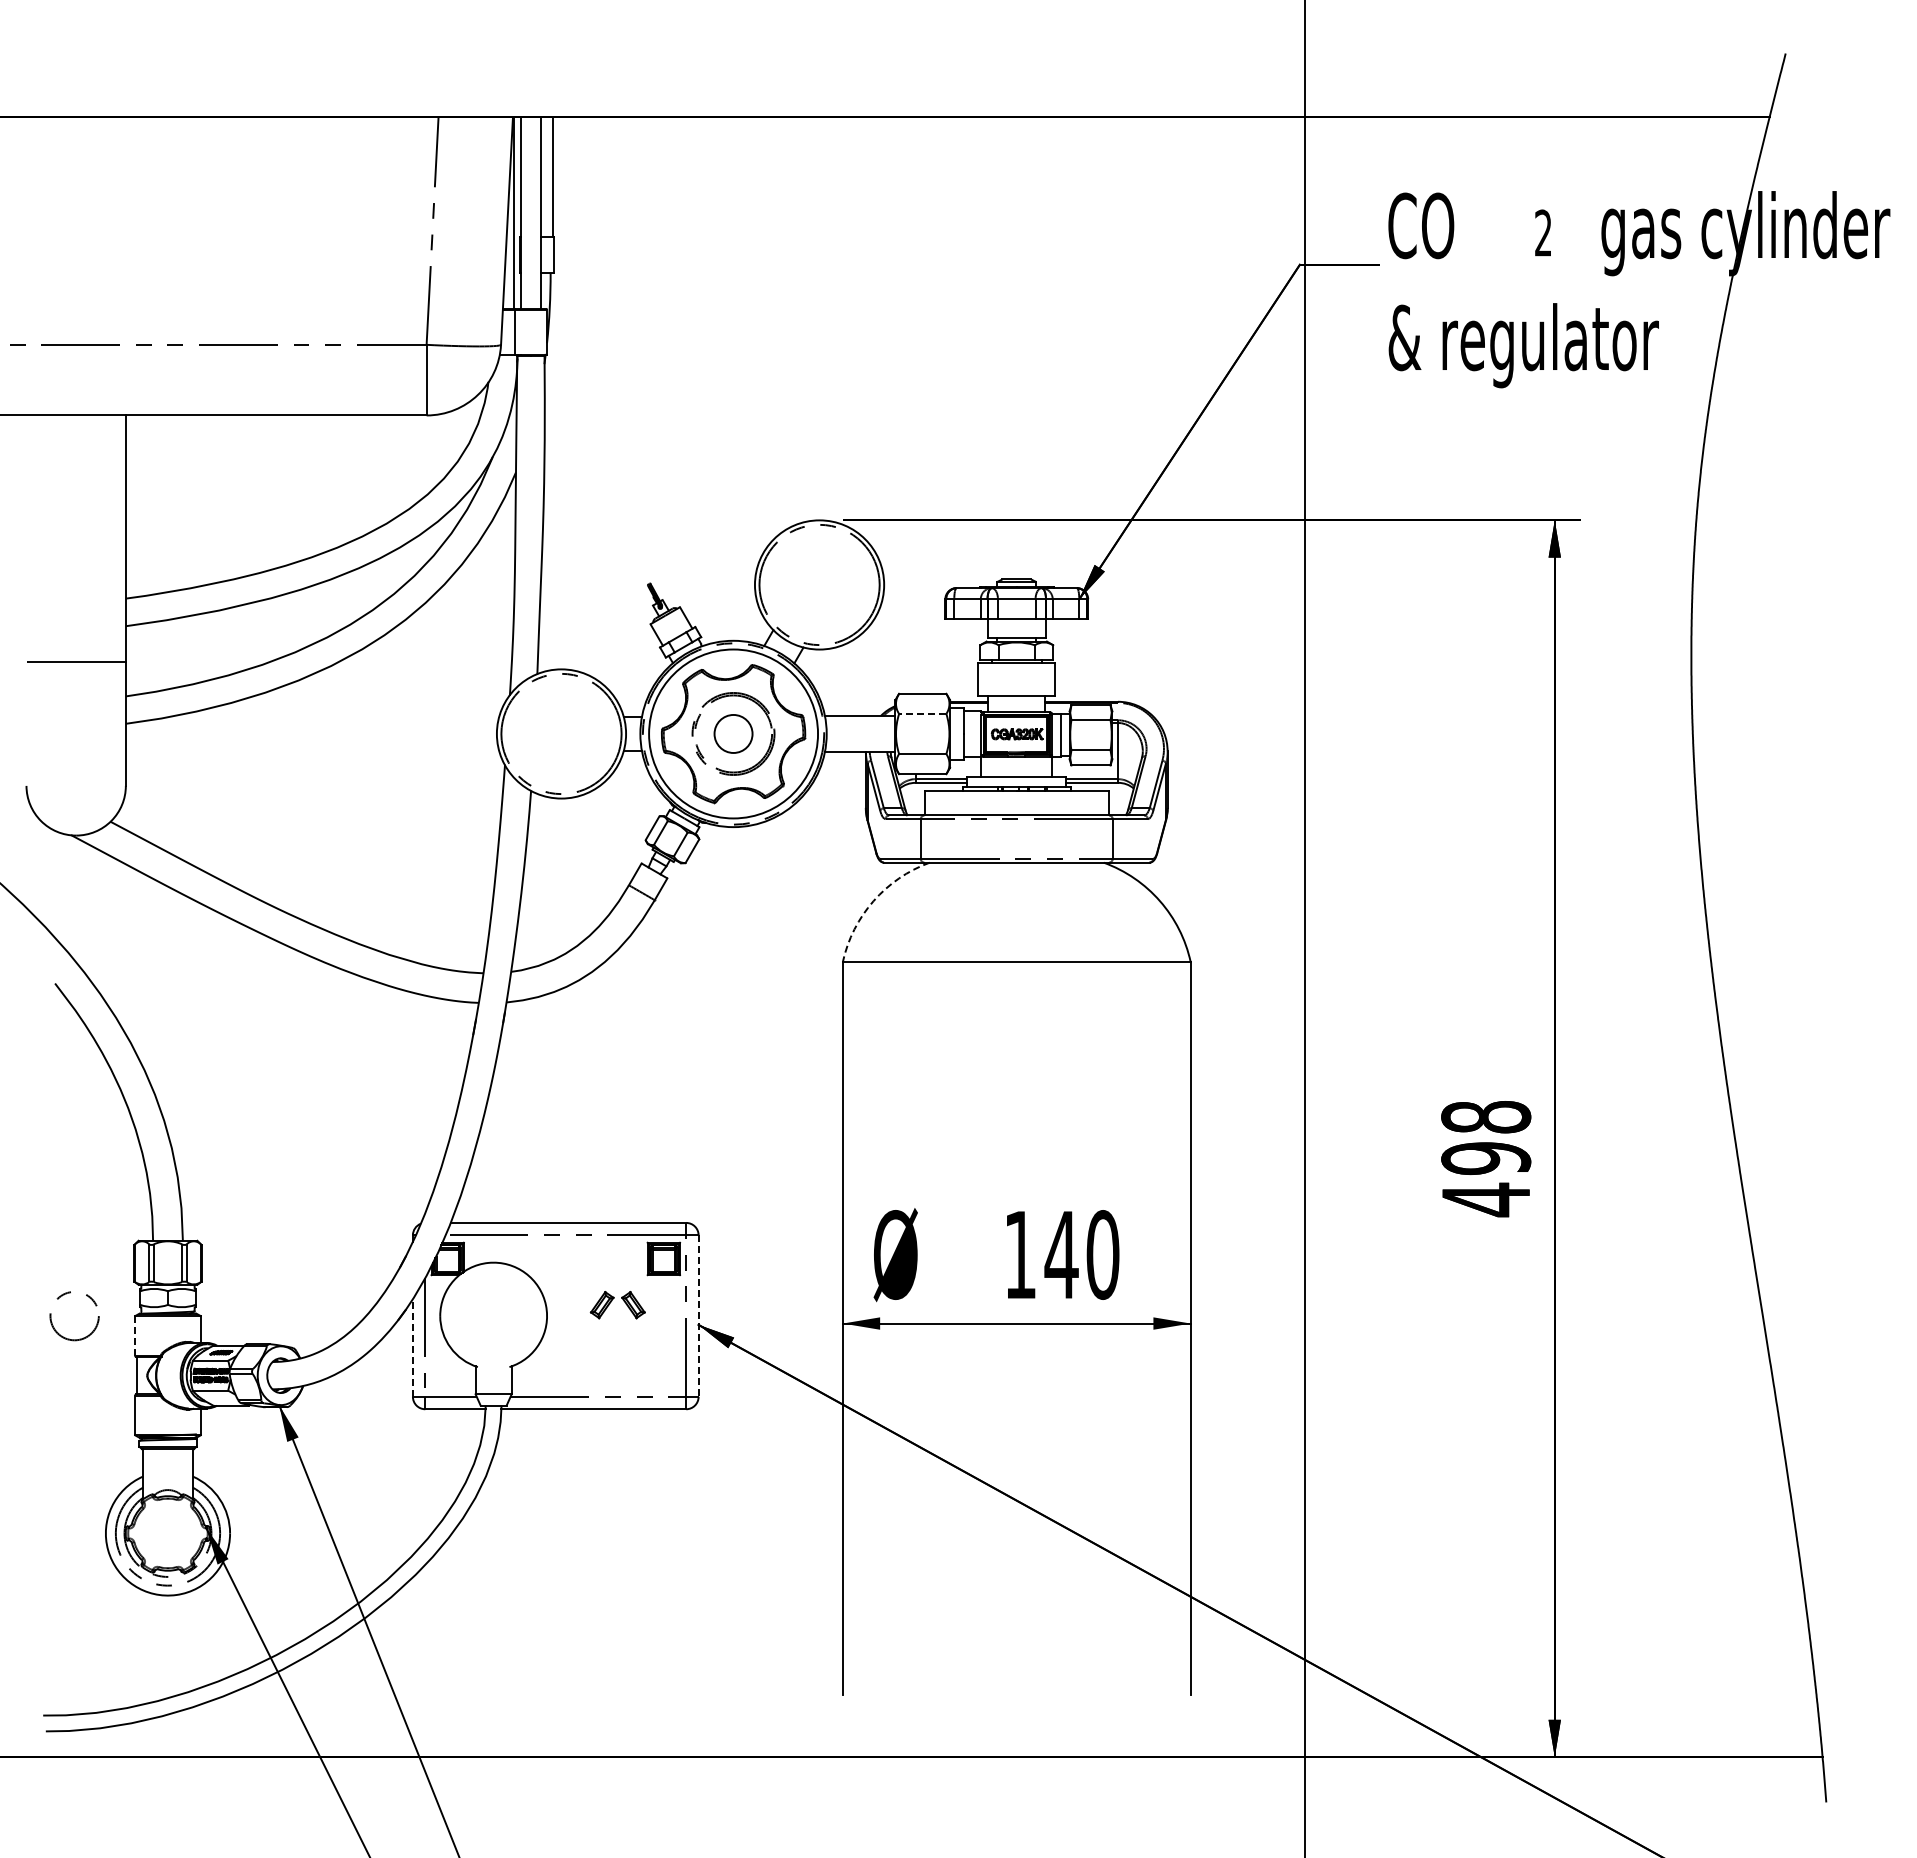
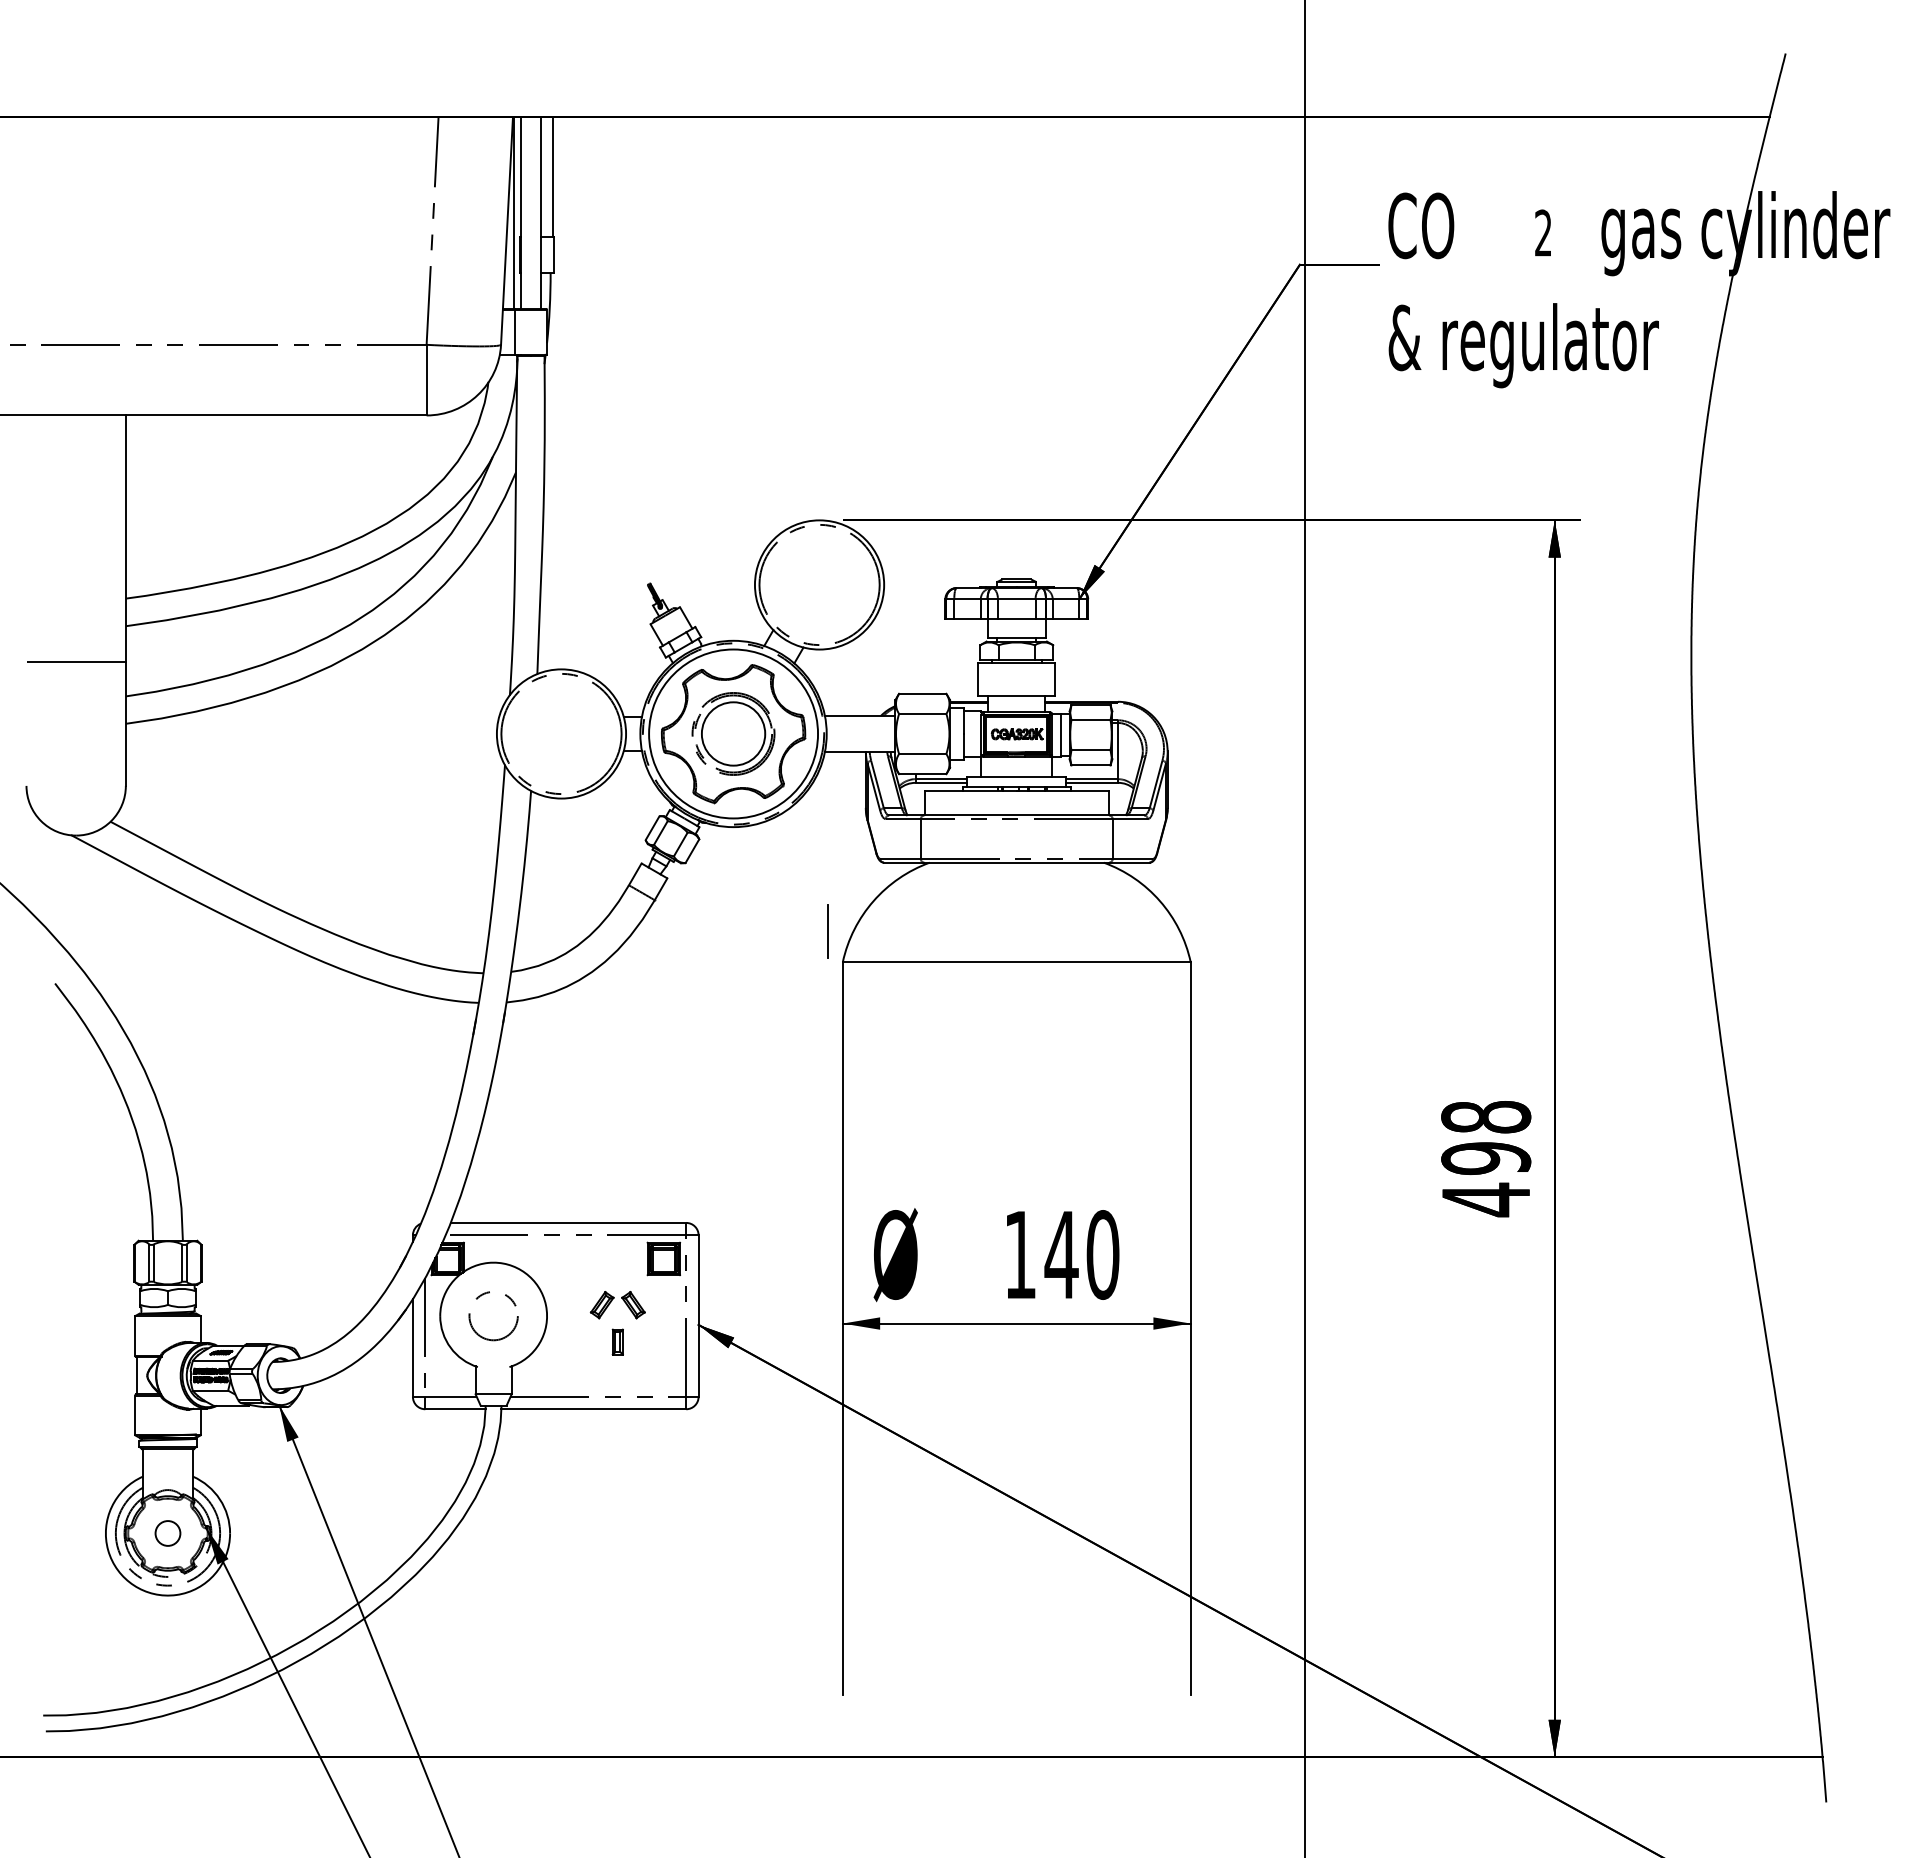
line at (922, 713): dashed -> solid
circle at (733, 733) diameter: 38 px -> 63 px
arc at (873, 901): dashed -> solid
line at (828, 931): none -> present
circle at (74, 1316) position: (74, 1316) -> (493, 1316)
line at (698, 1316): dashed -> solid
line at (135, 1335): dashed -> solid
part at (617, 1341): none -> present
line at (412, 1348): dashed -> solid
circle at (167, 1533): none -> present
